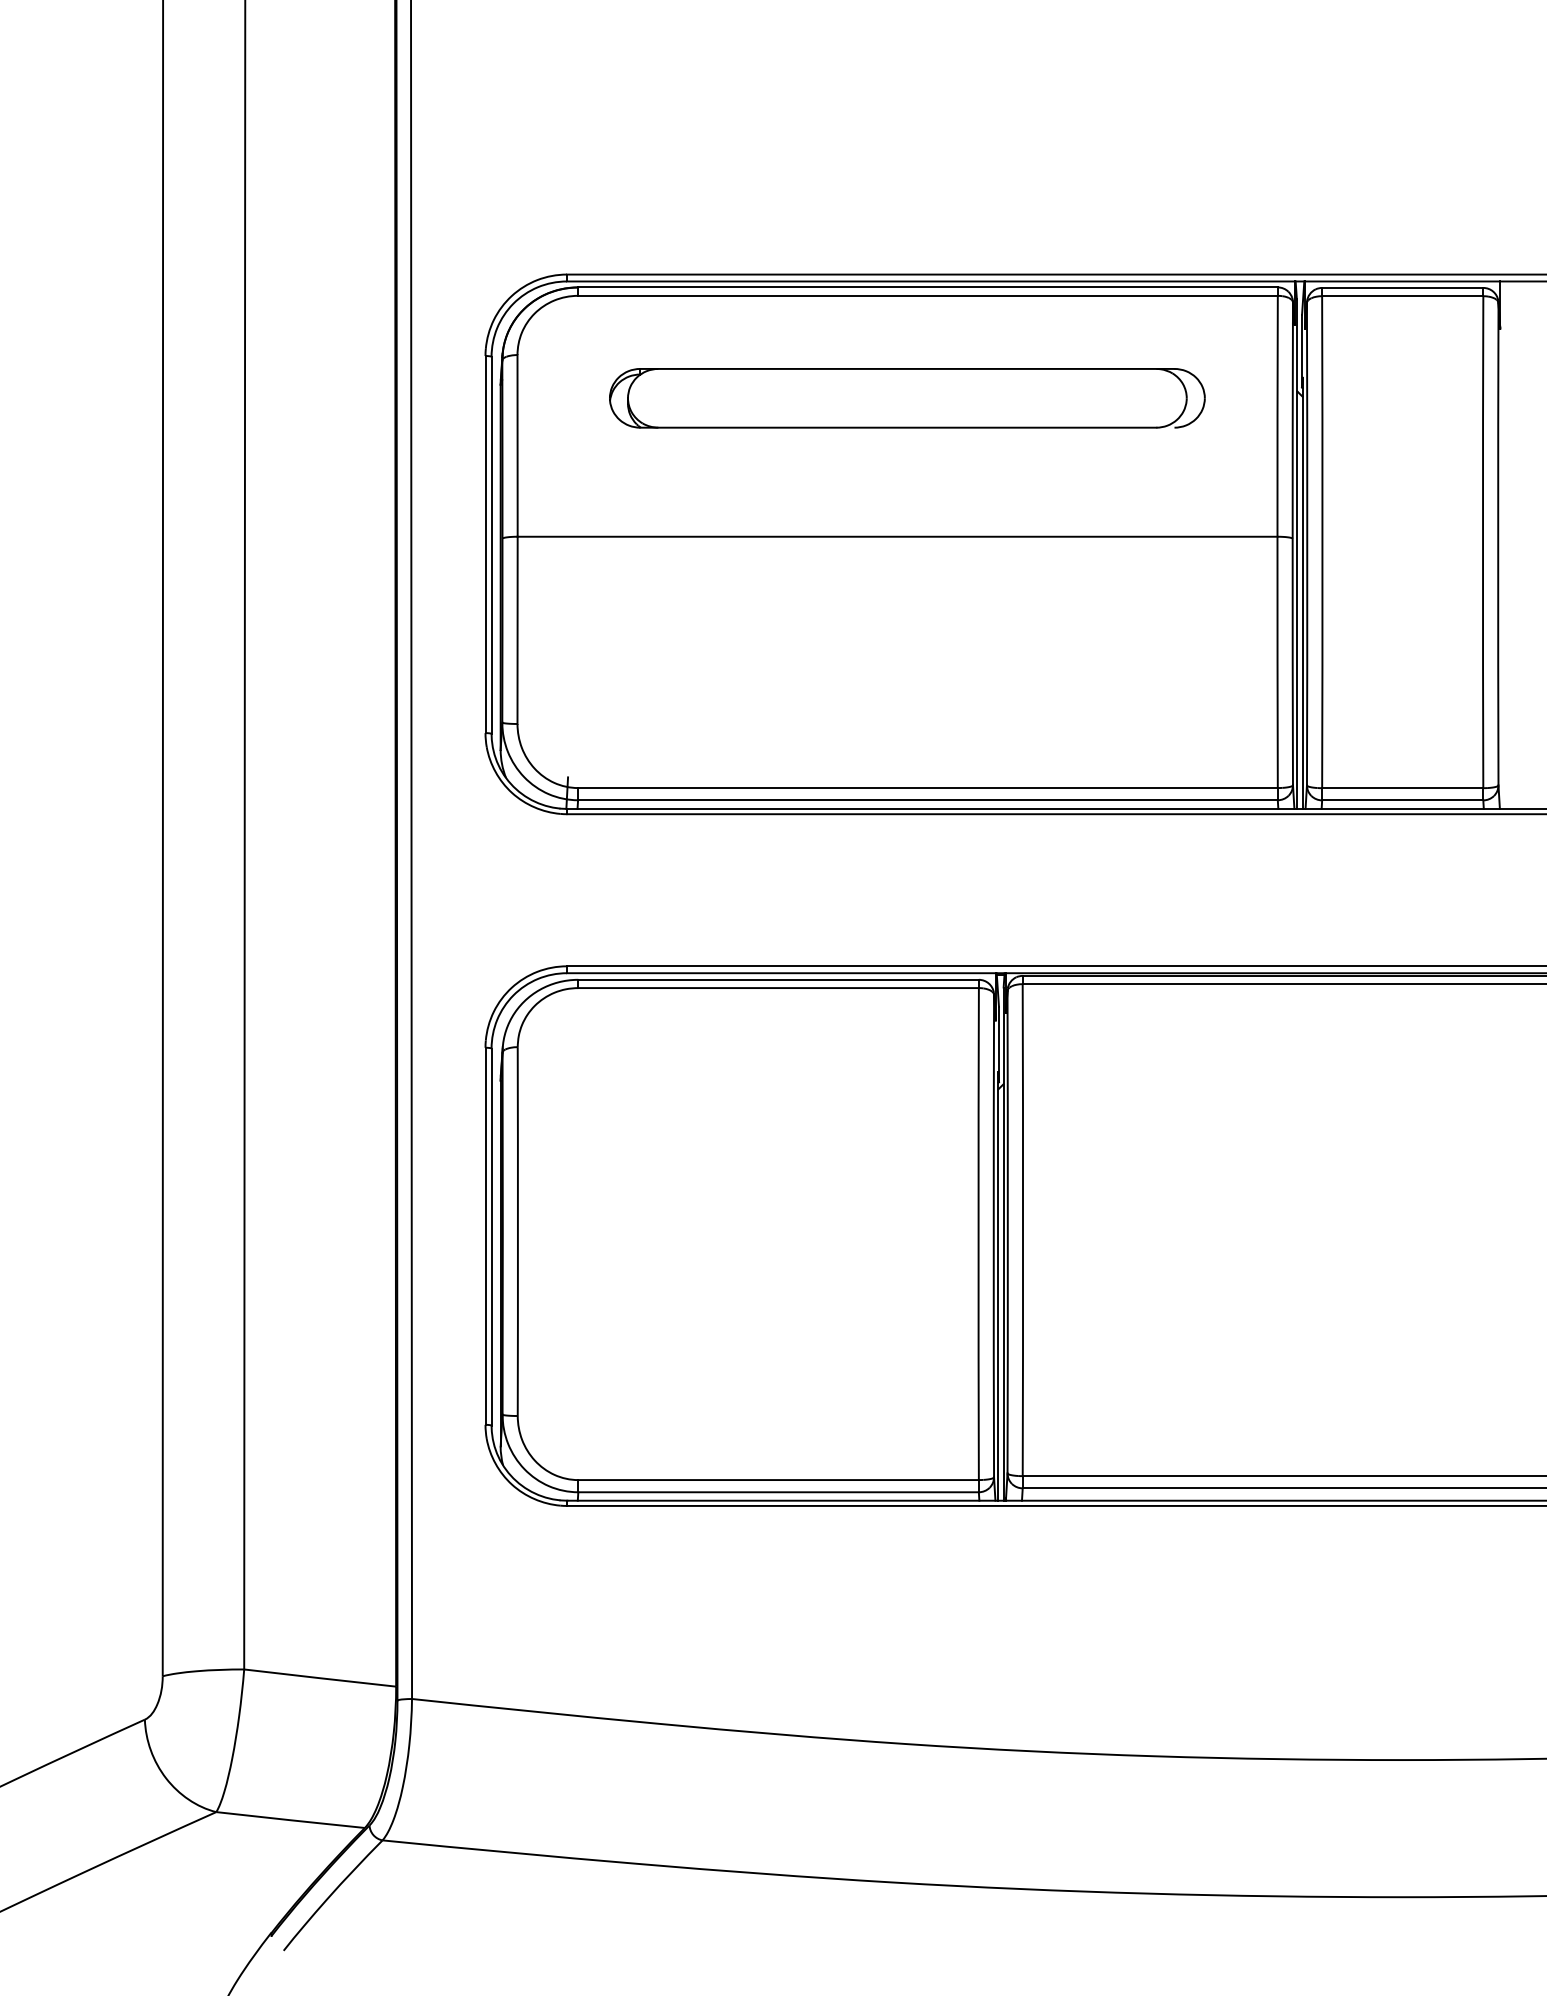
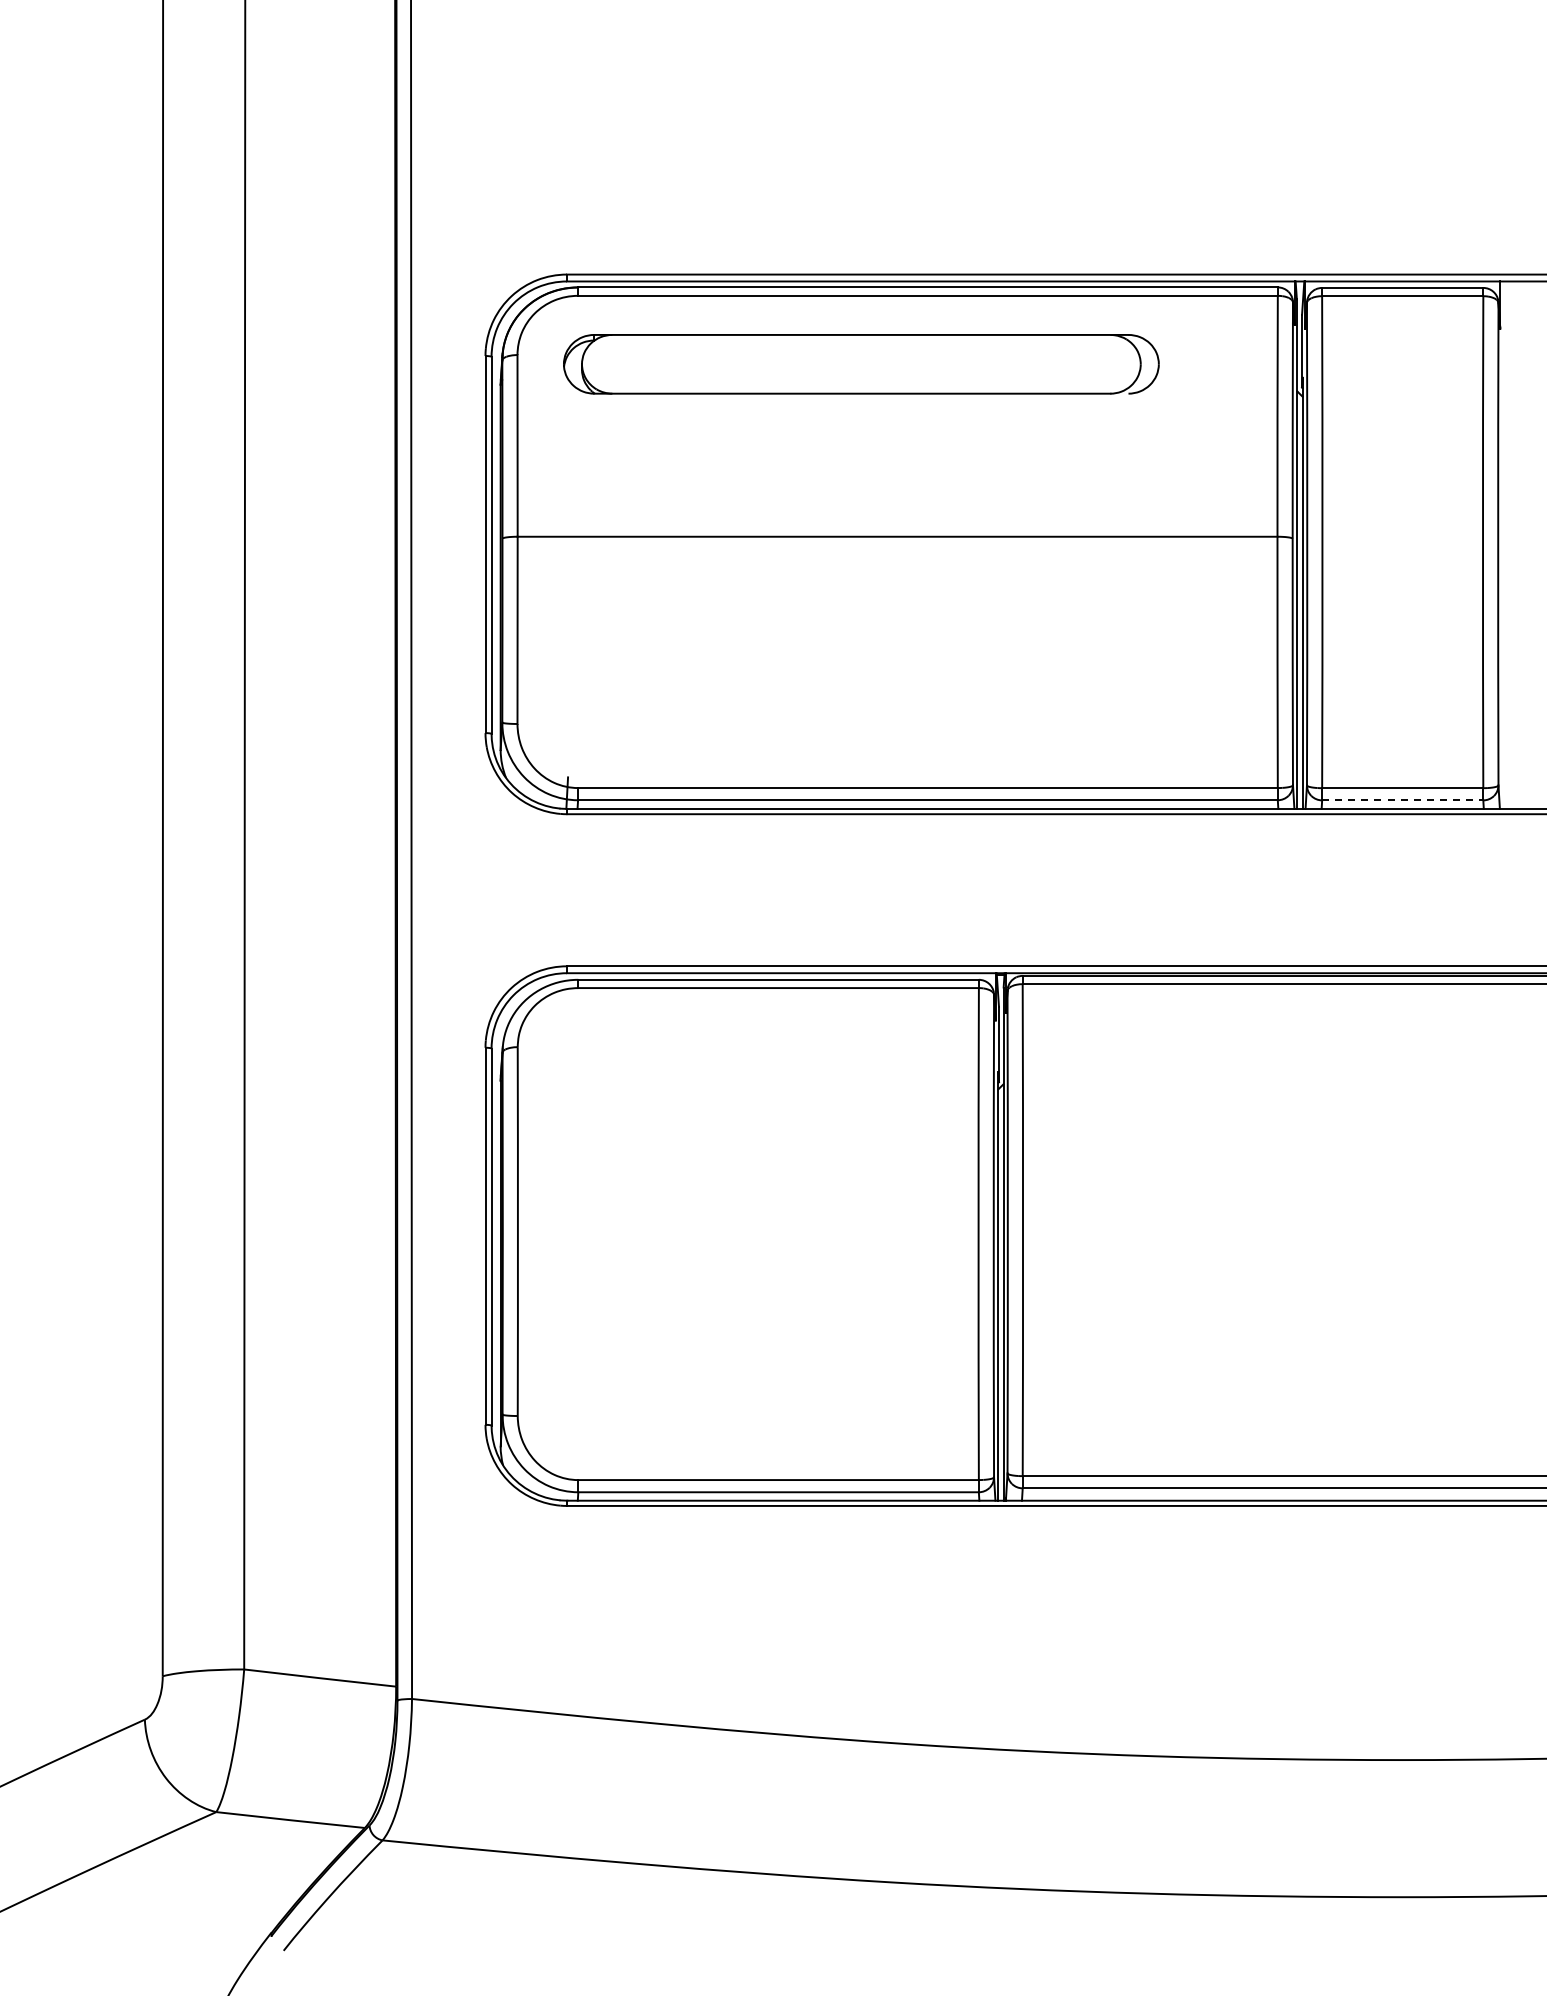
part at (907, 398) position: (907, 398) -> (861, 364)
line at (1402, 800): solid -> dashed
